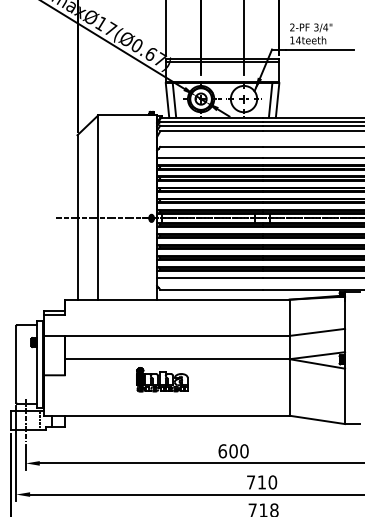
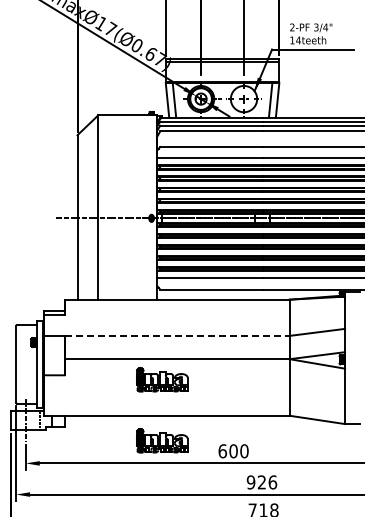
line at (177, 335): solid -> dashed
part at (162, 440): none -> present
text at (261, 482): 710 -> 926
